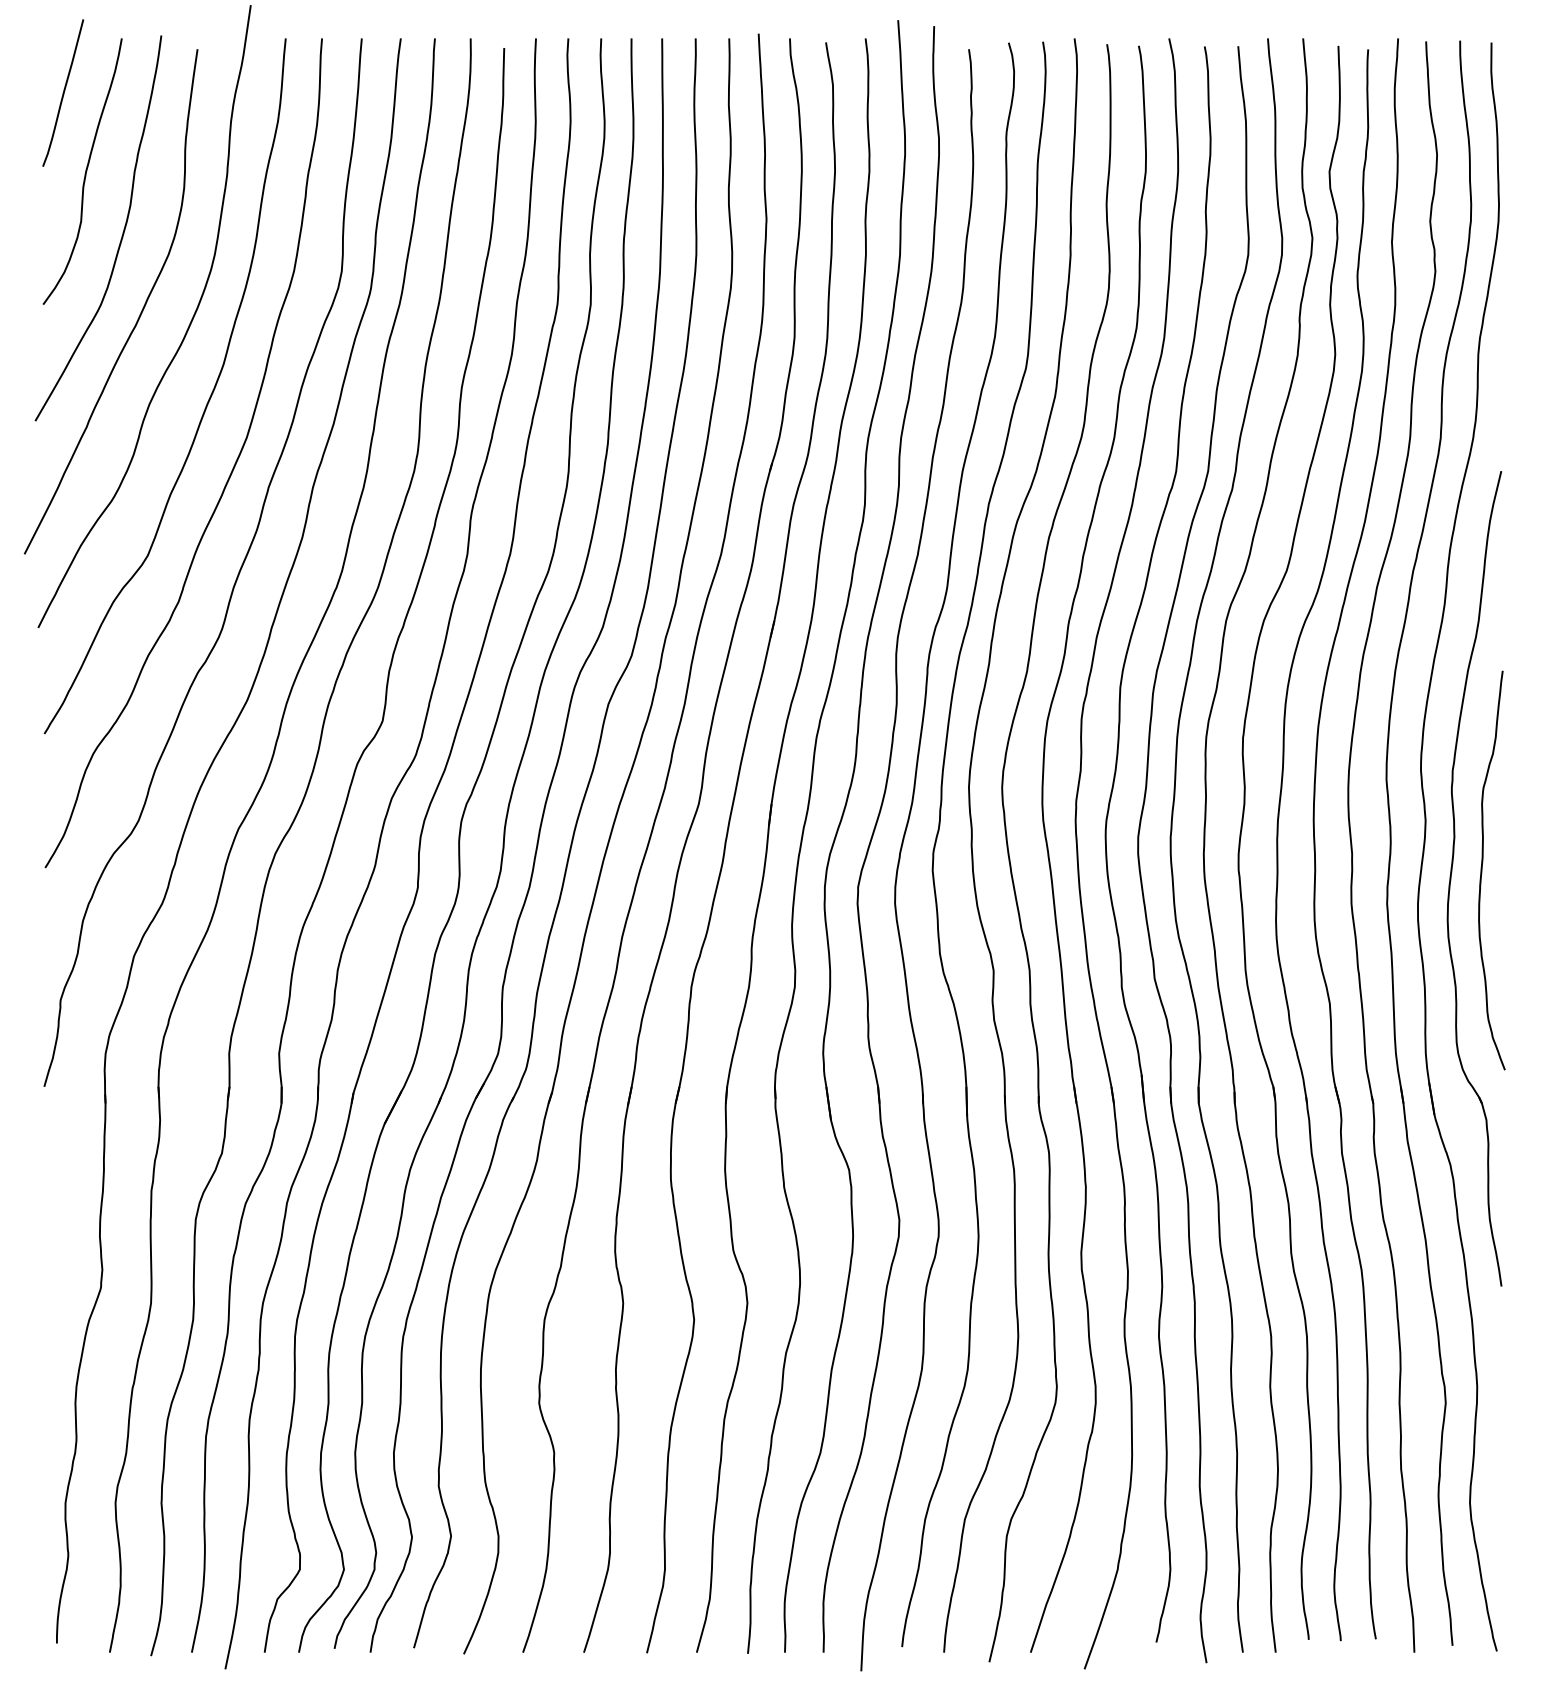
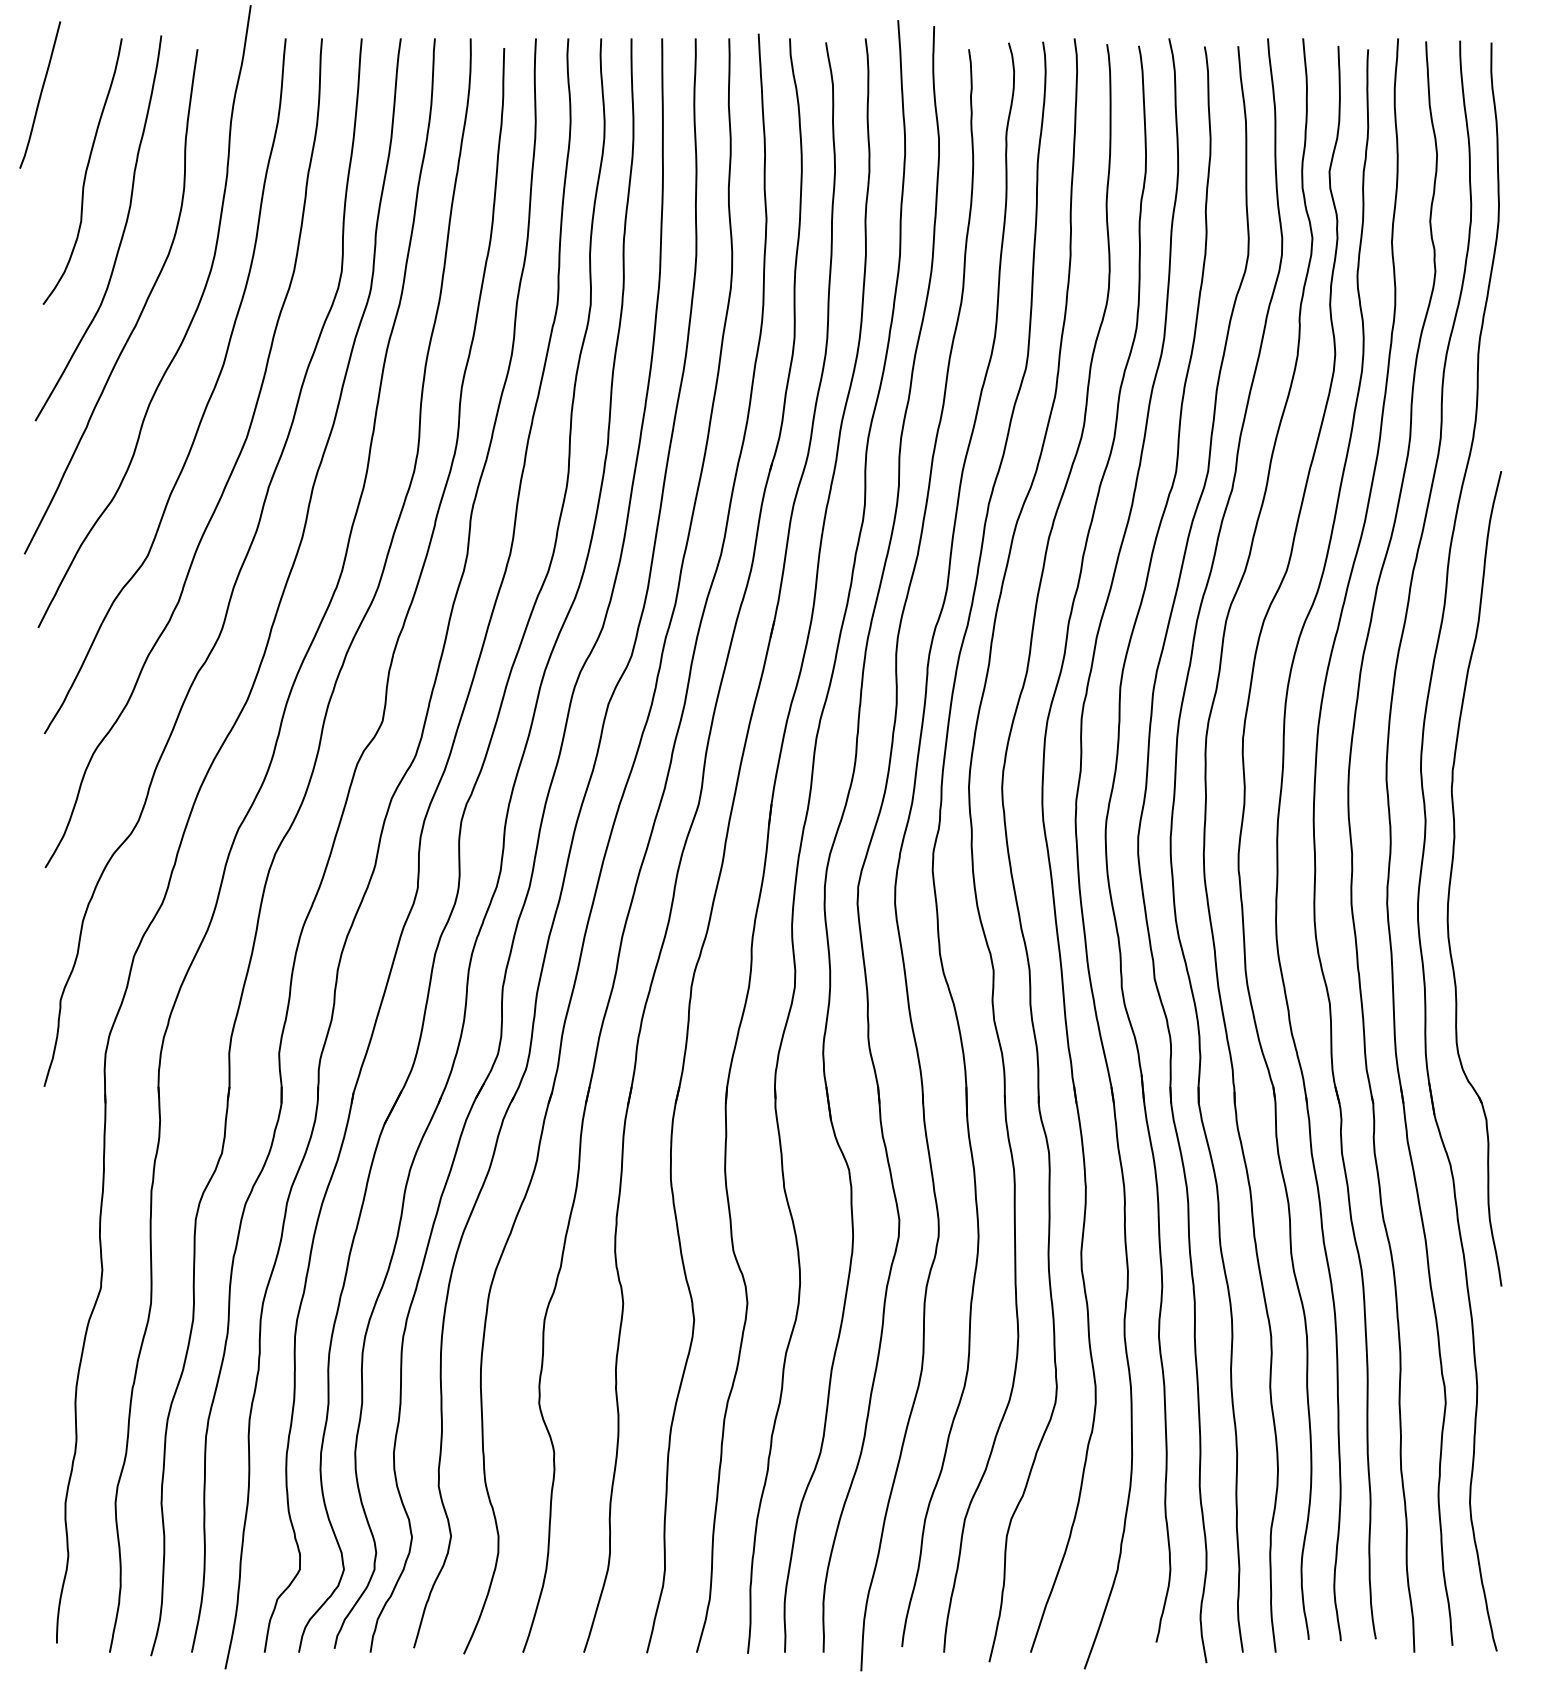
curve at (63, 92) position: (63, 92) -> (40, 94)
curve at (1482, 870): present -> none
